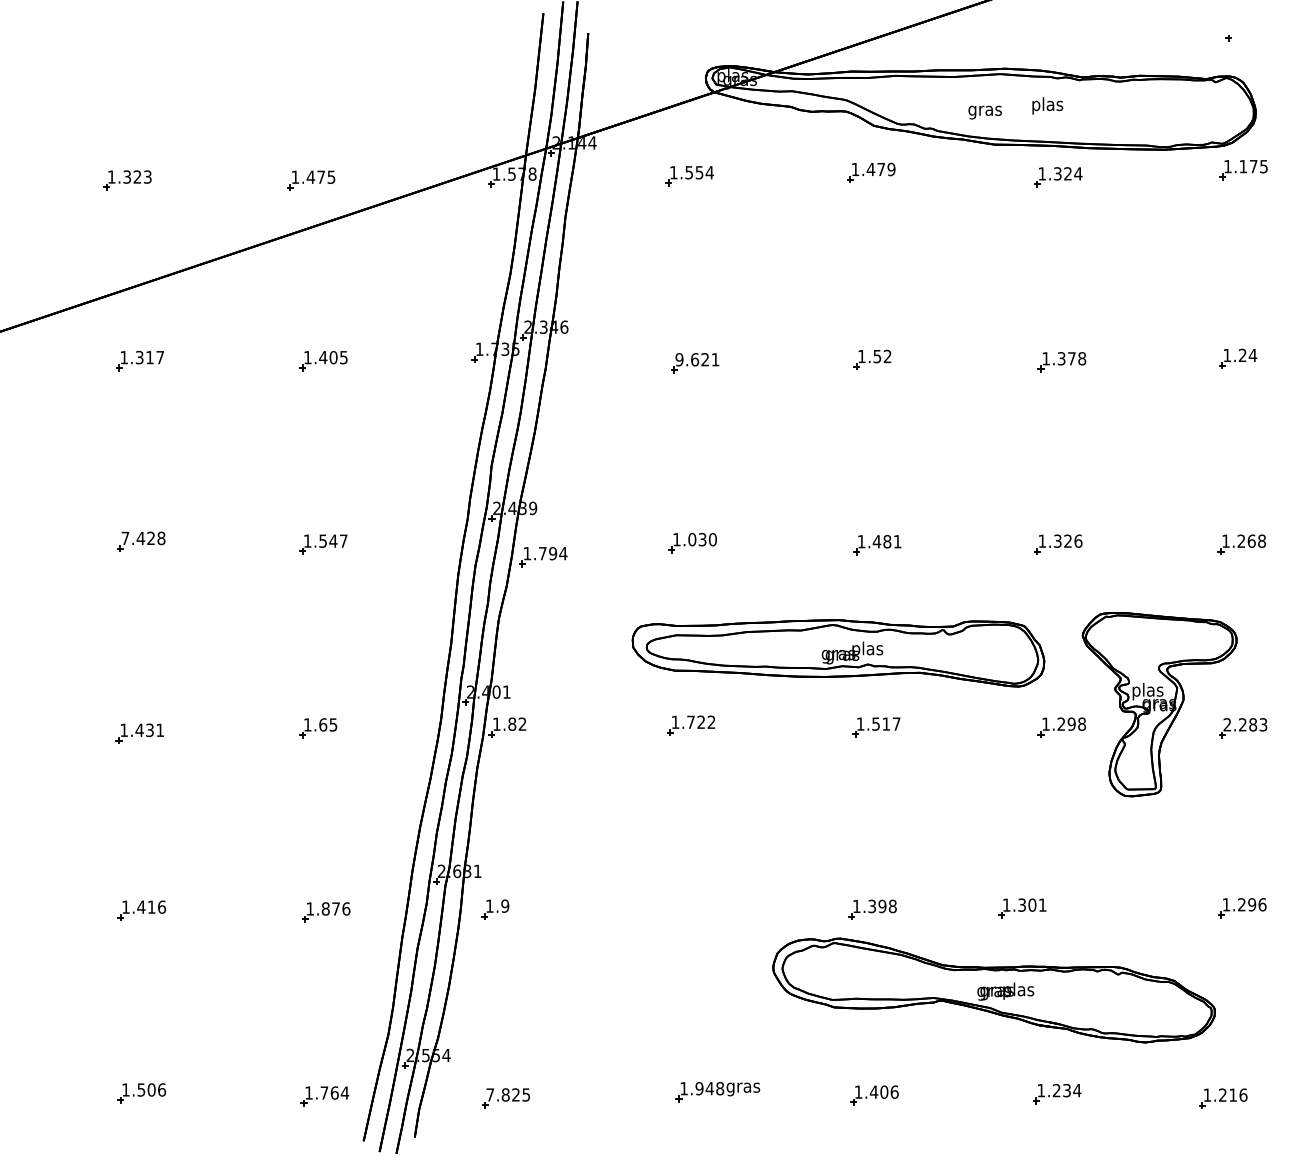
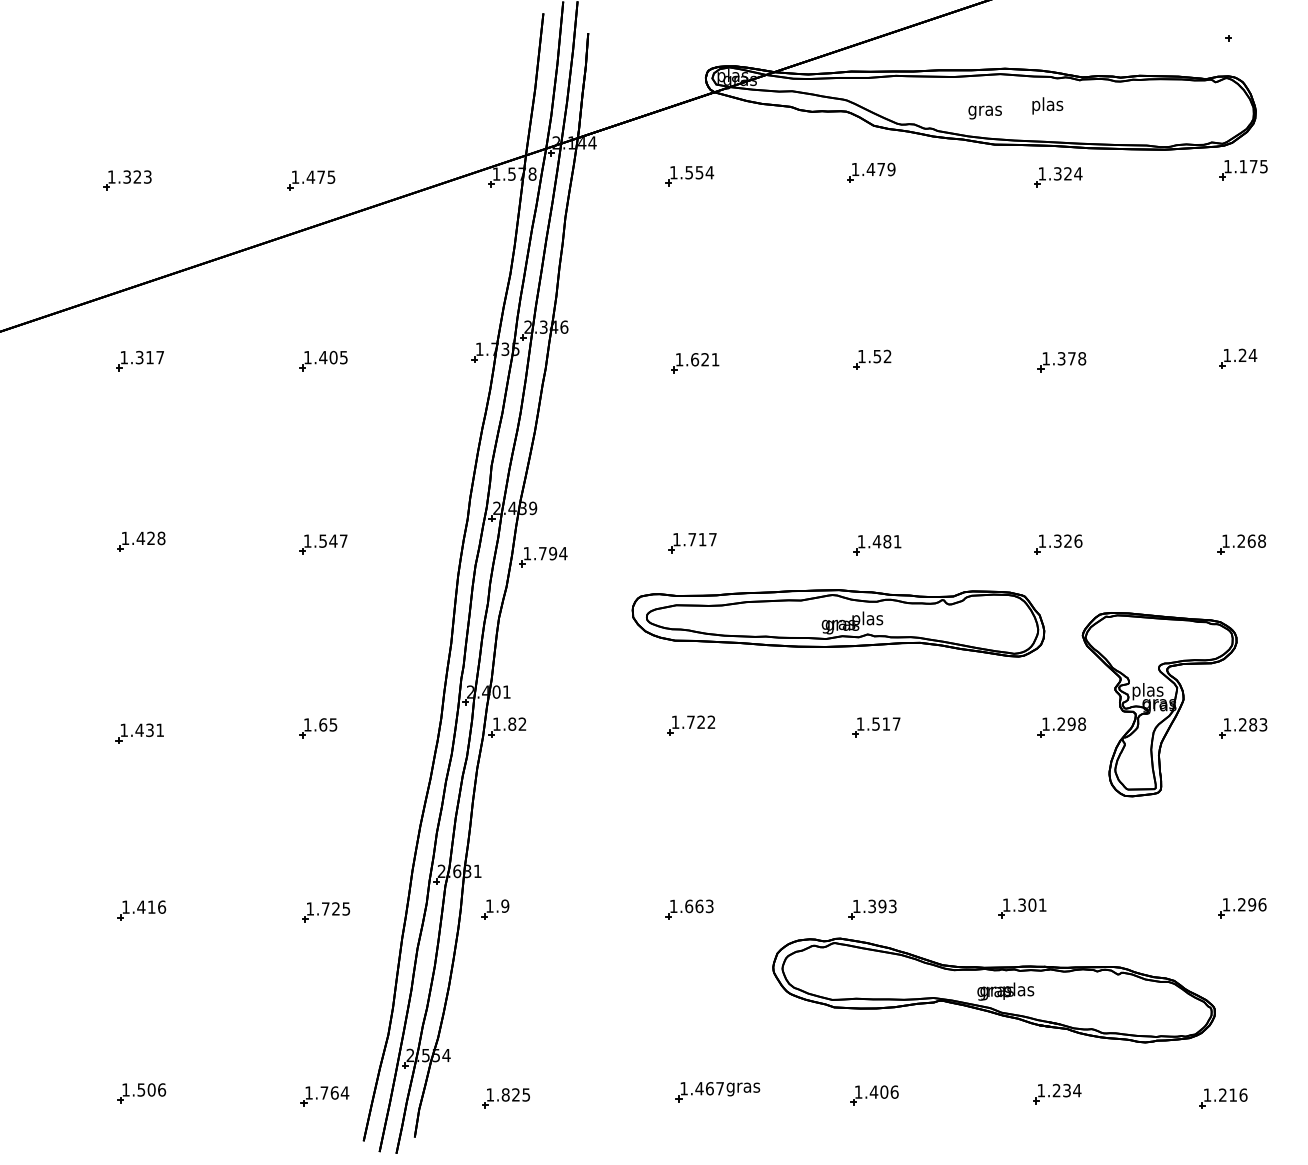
text at (679, 359): 9.621 -> 1.621
text at (125, 537): 7.428 -> 1.428
text at (702, 539): 1.030 -> 1.717
part at (838, 653) position: (838, 653) -> (838, 623)
text at (1227, 724): 2.283 -> 1.283
text at (892, 906): 1.398 -> 1.393
text at (335, 908): 1.876 -> 1.725
part at (689, 909): none -> present
text at (709, 1088): 1.948 -> 1.467
text at (489, 1094): 7.825 -> 1.825
